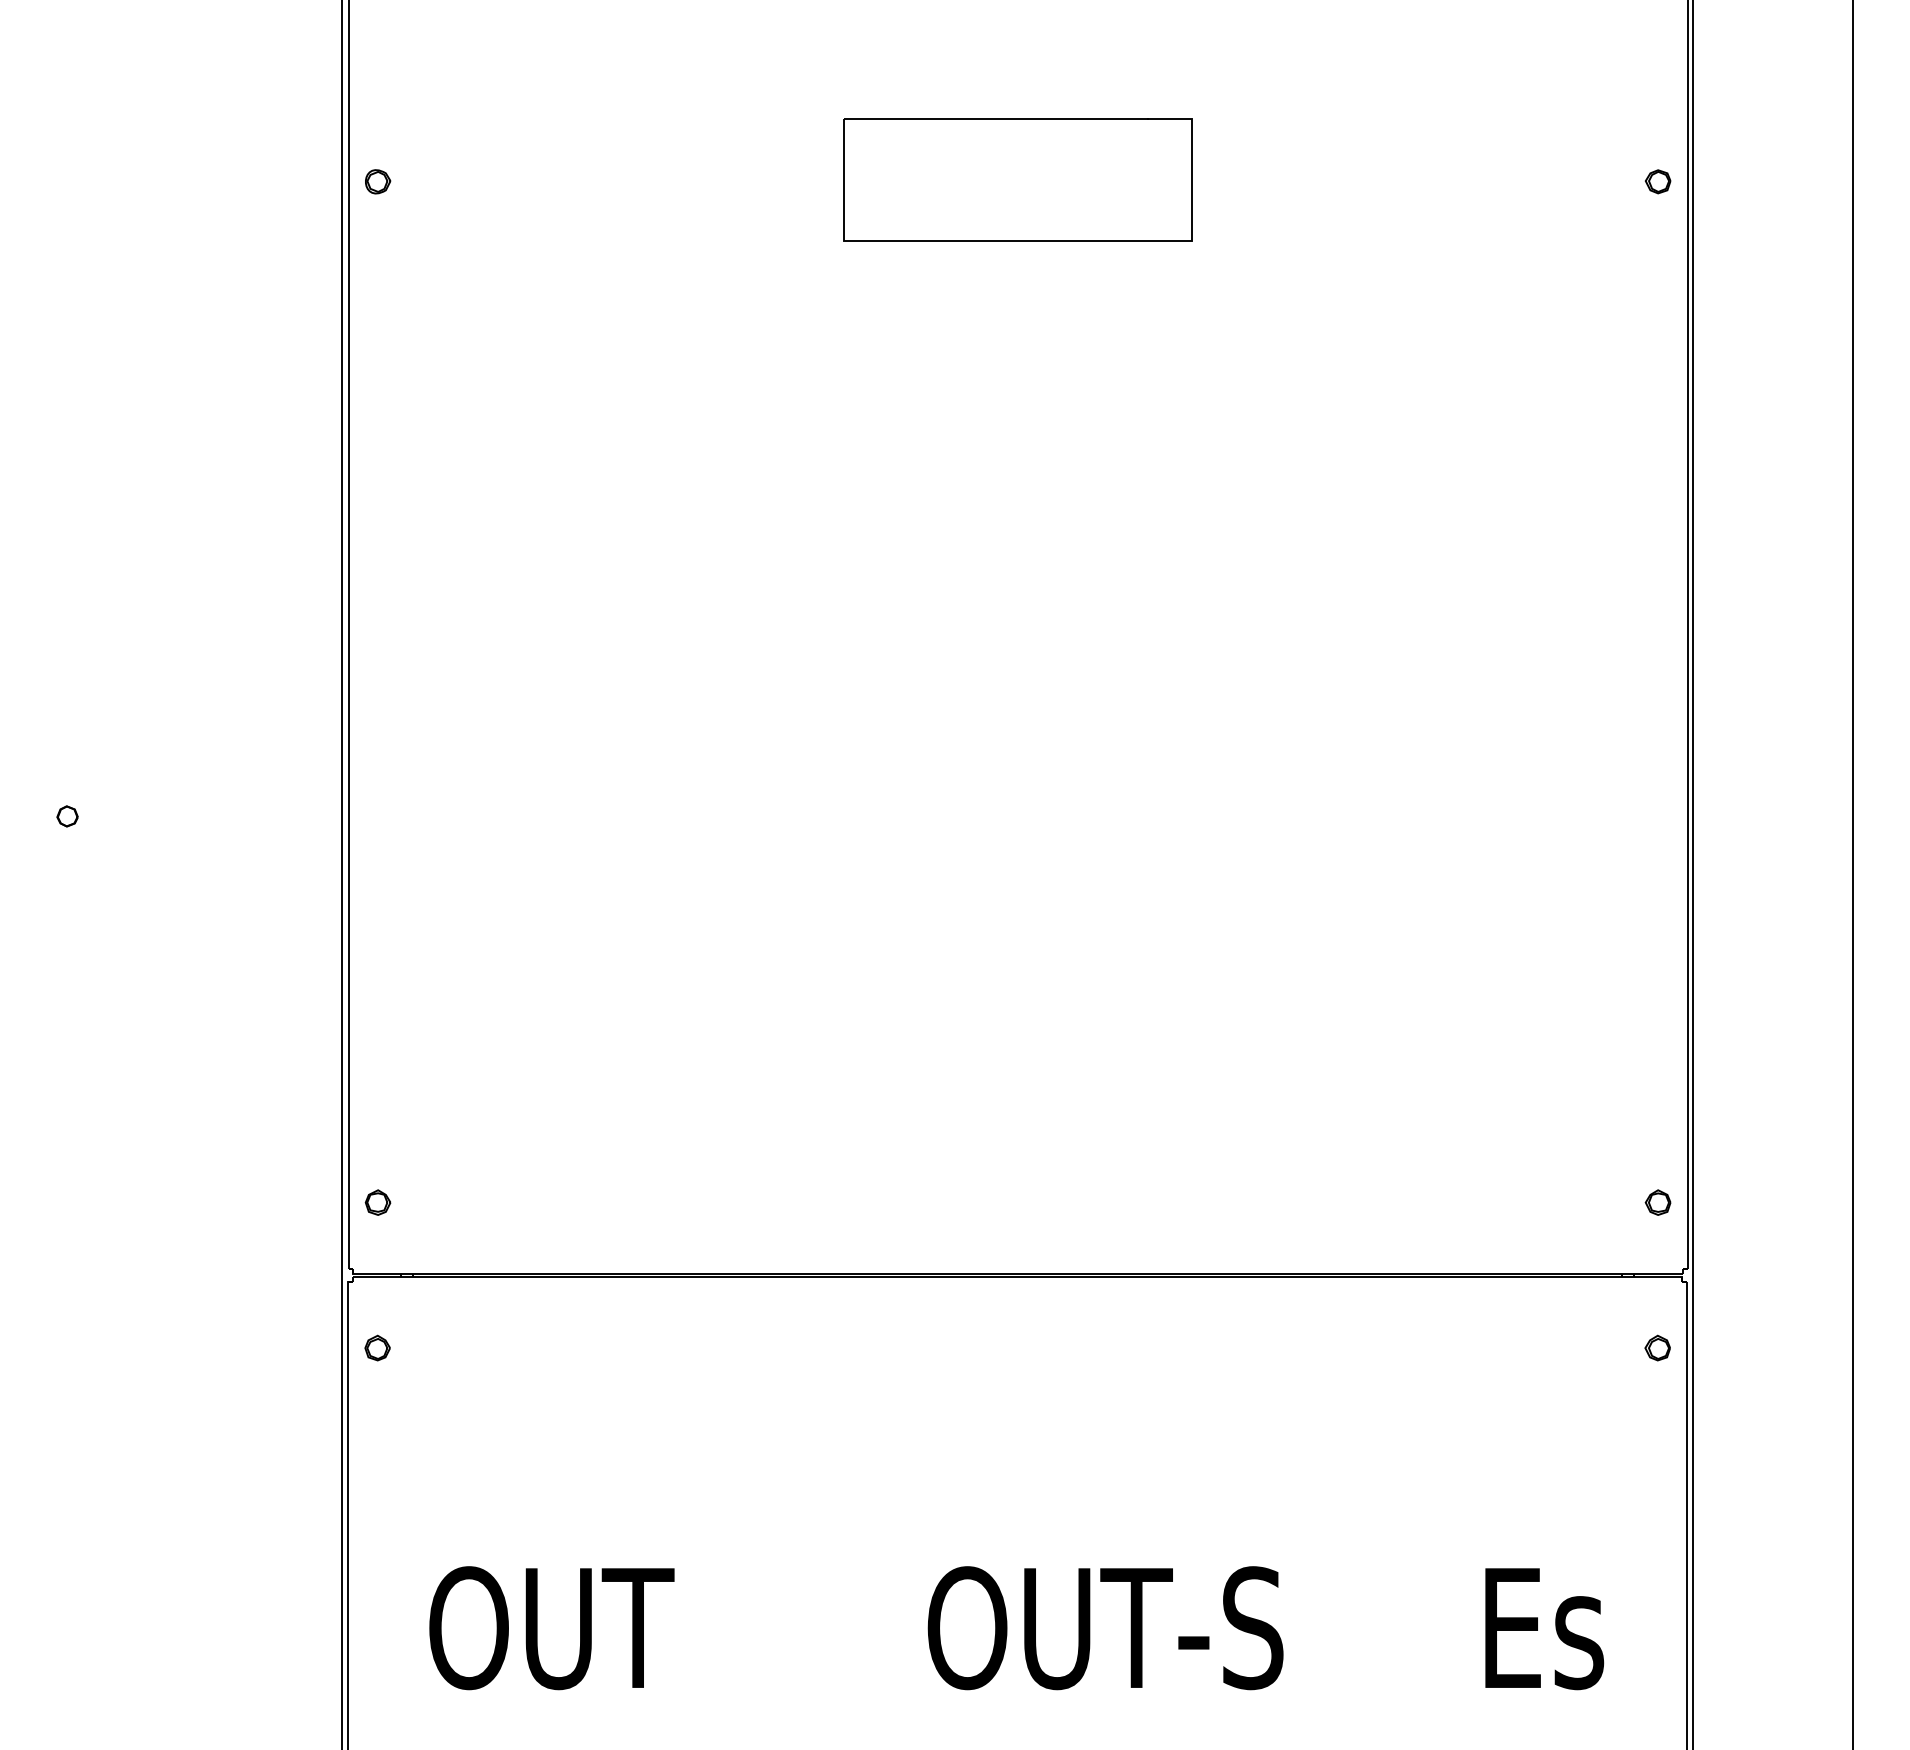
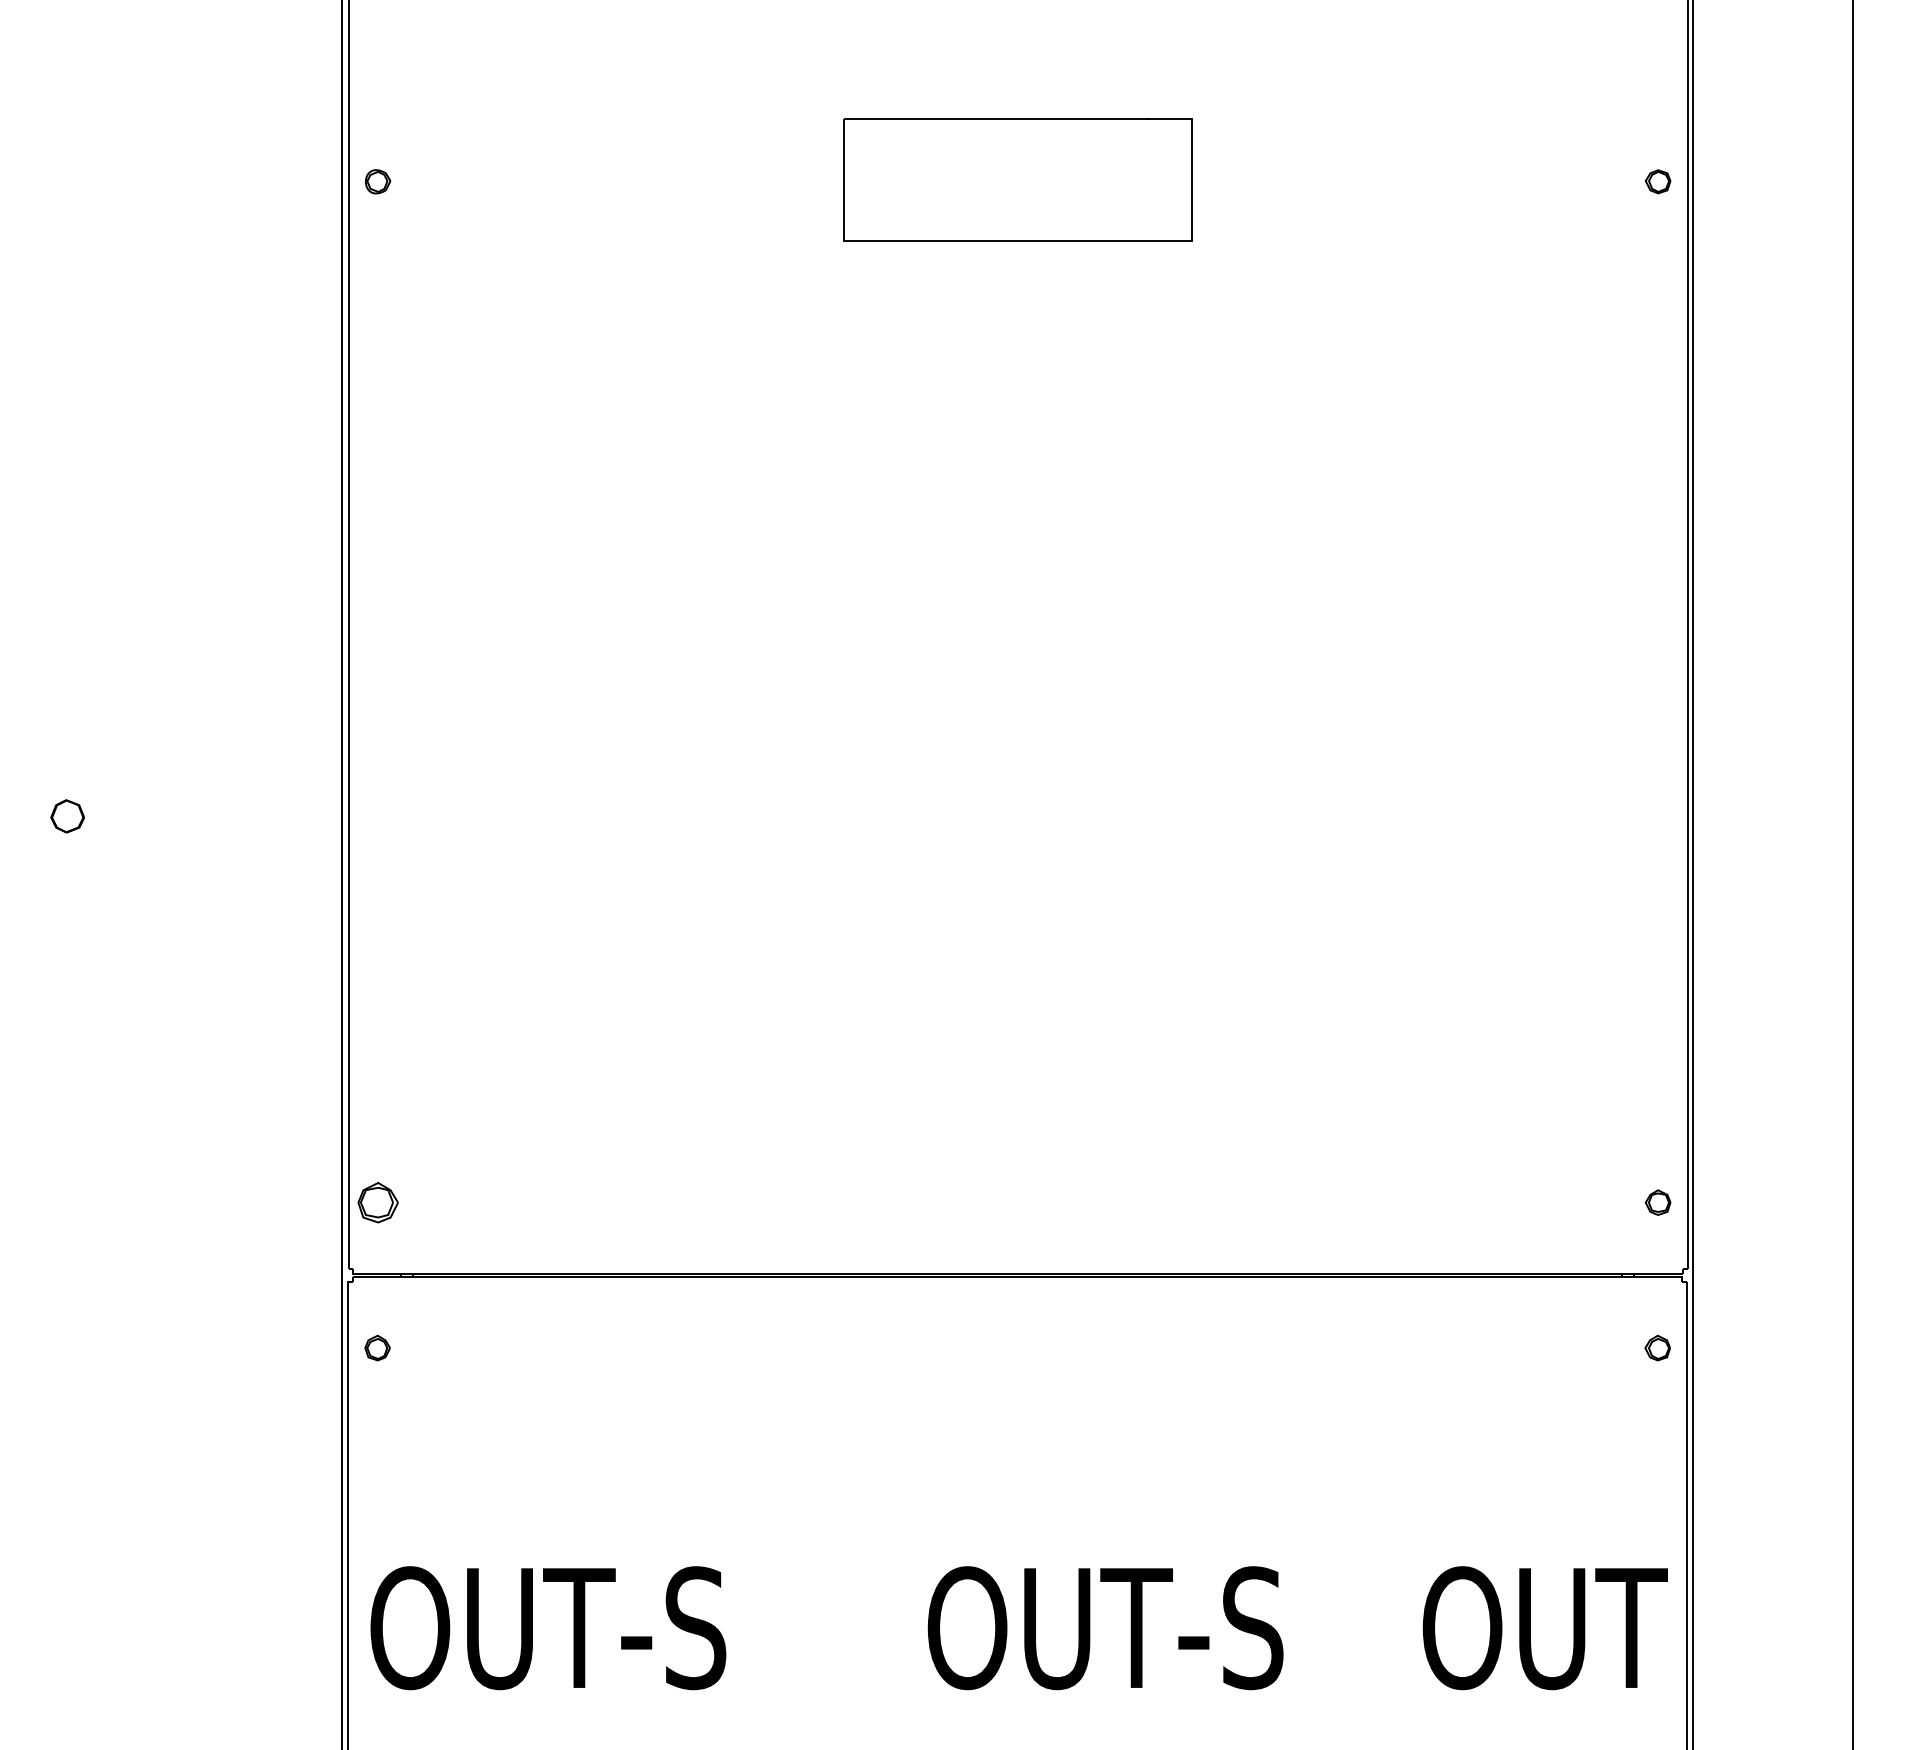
part at (67, 816) size: 23x23 px -> 35x35 px
part at (377, 1202) size: 28x27 px -> 42x42 px
text at (548, 1628): OUT -> OUT-S
text at (1544, 1628): Es -> OUT
